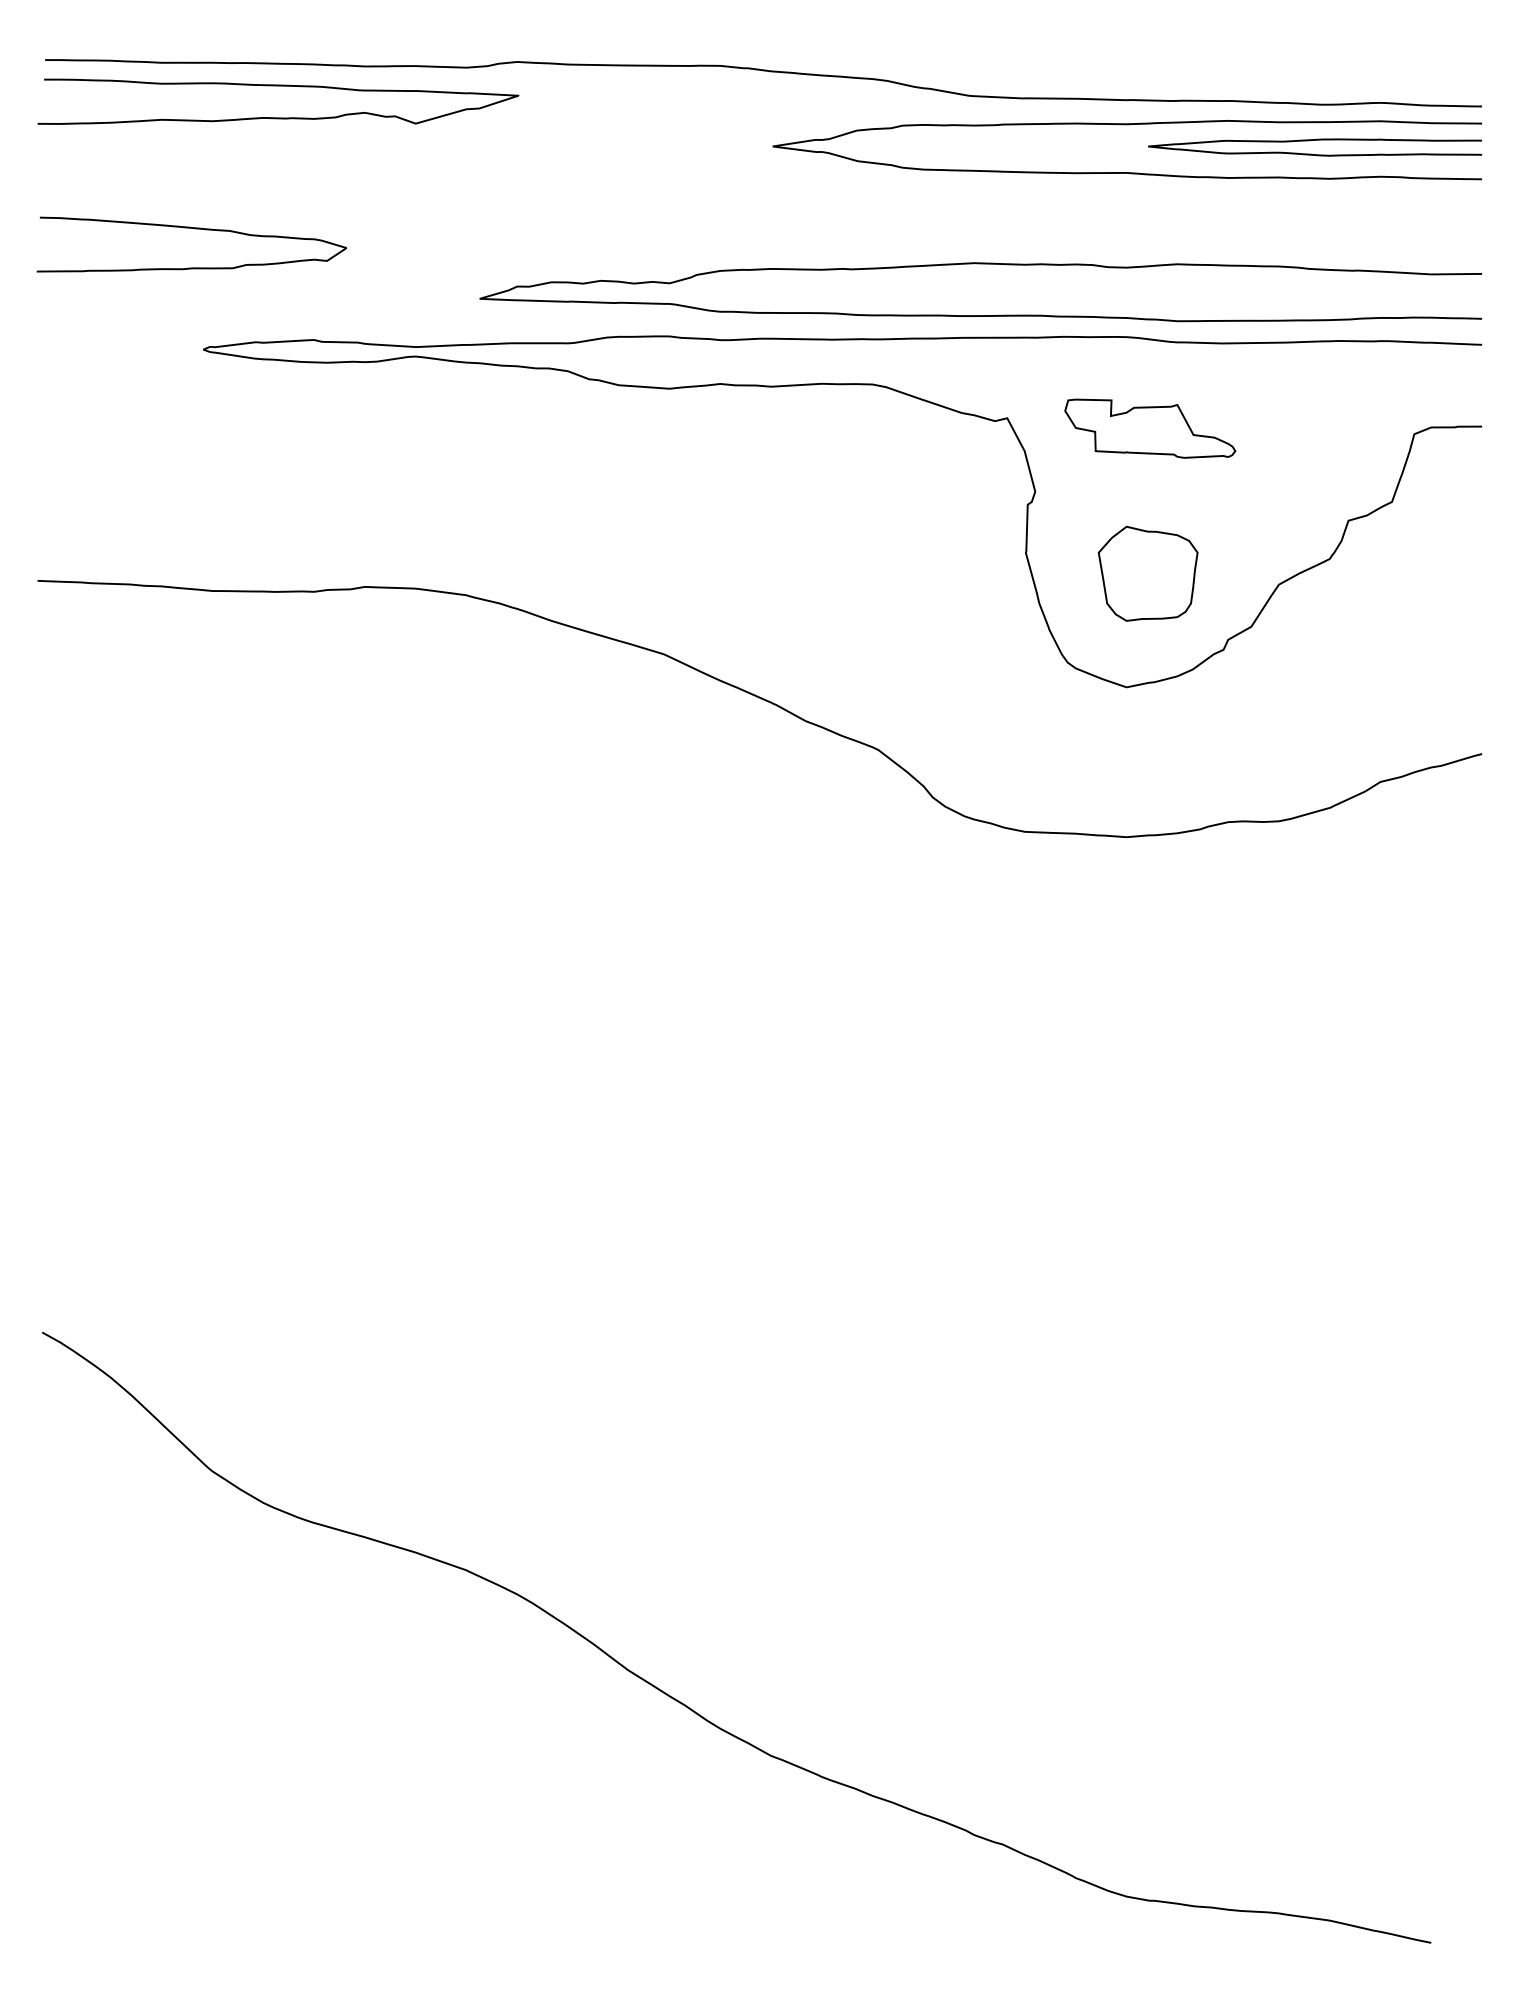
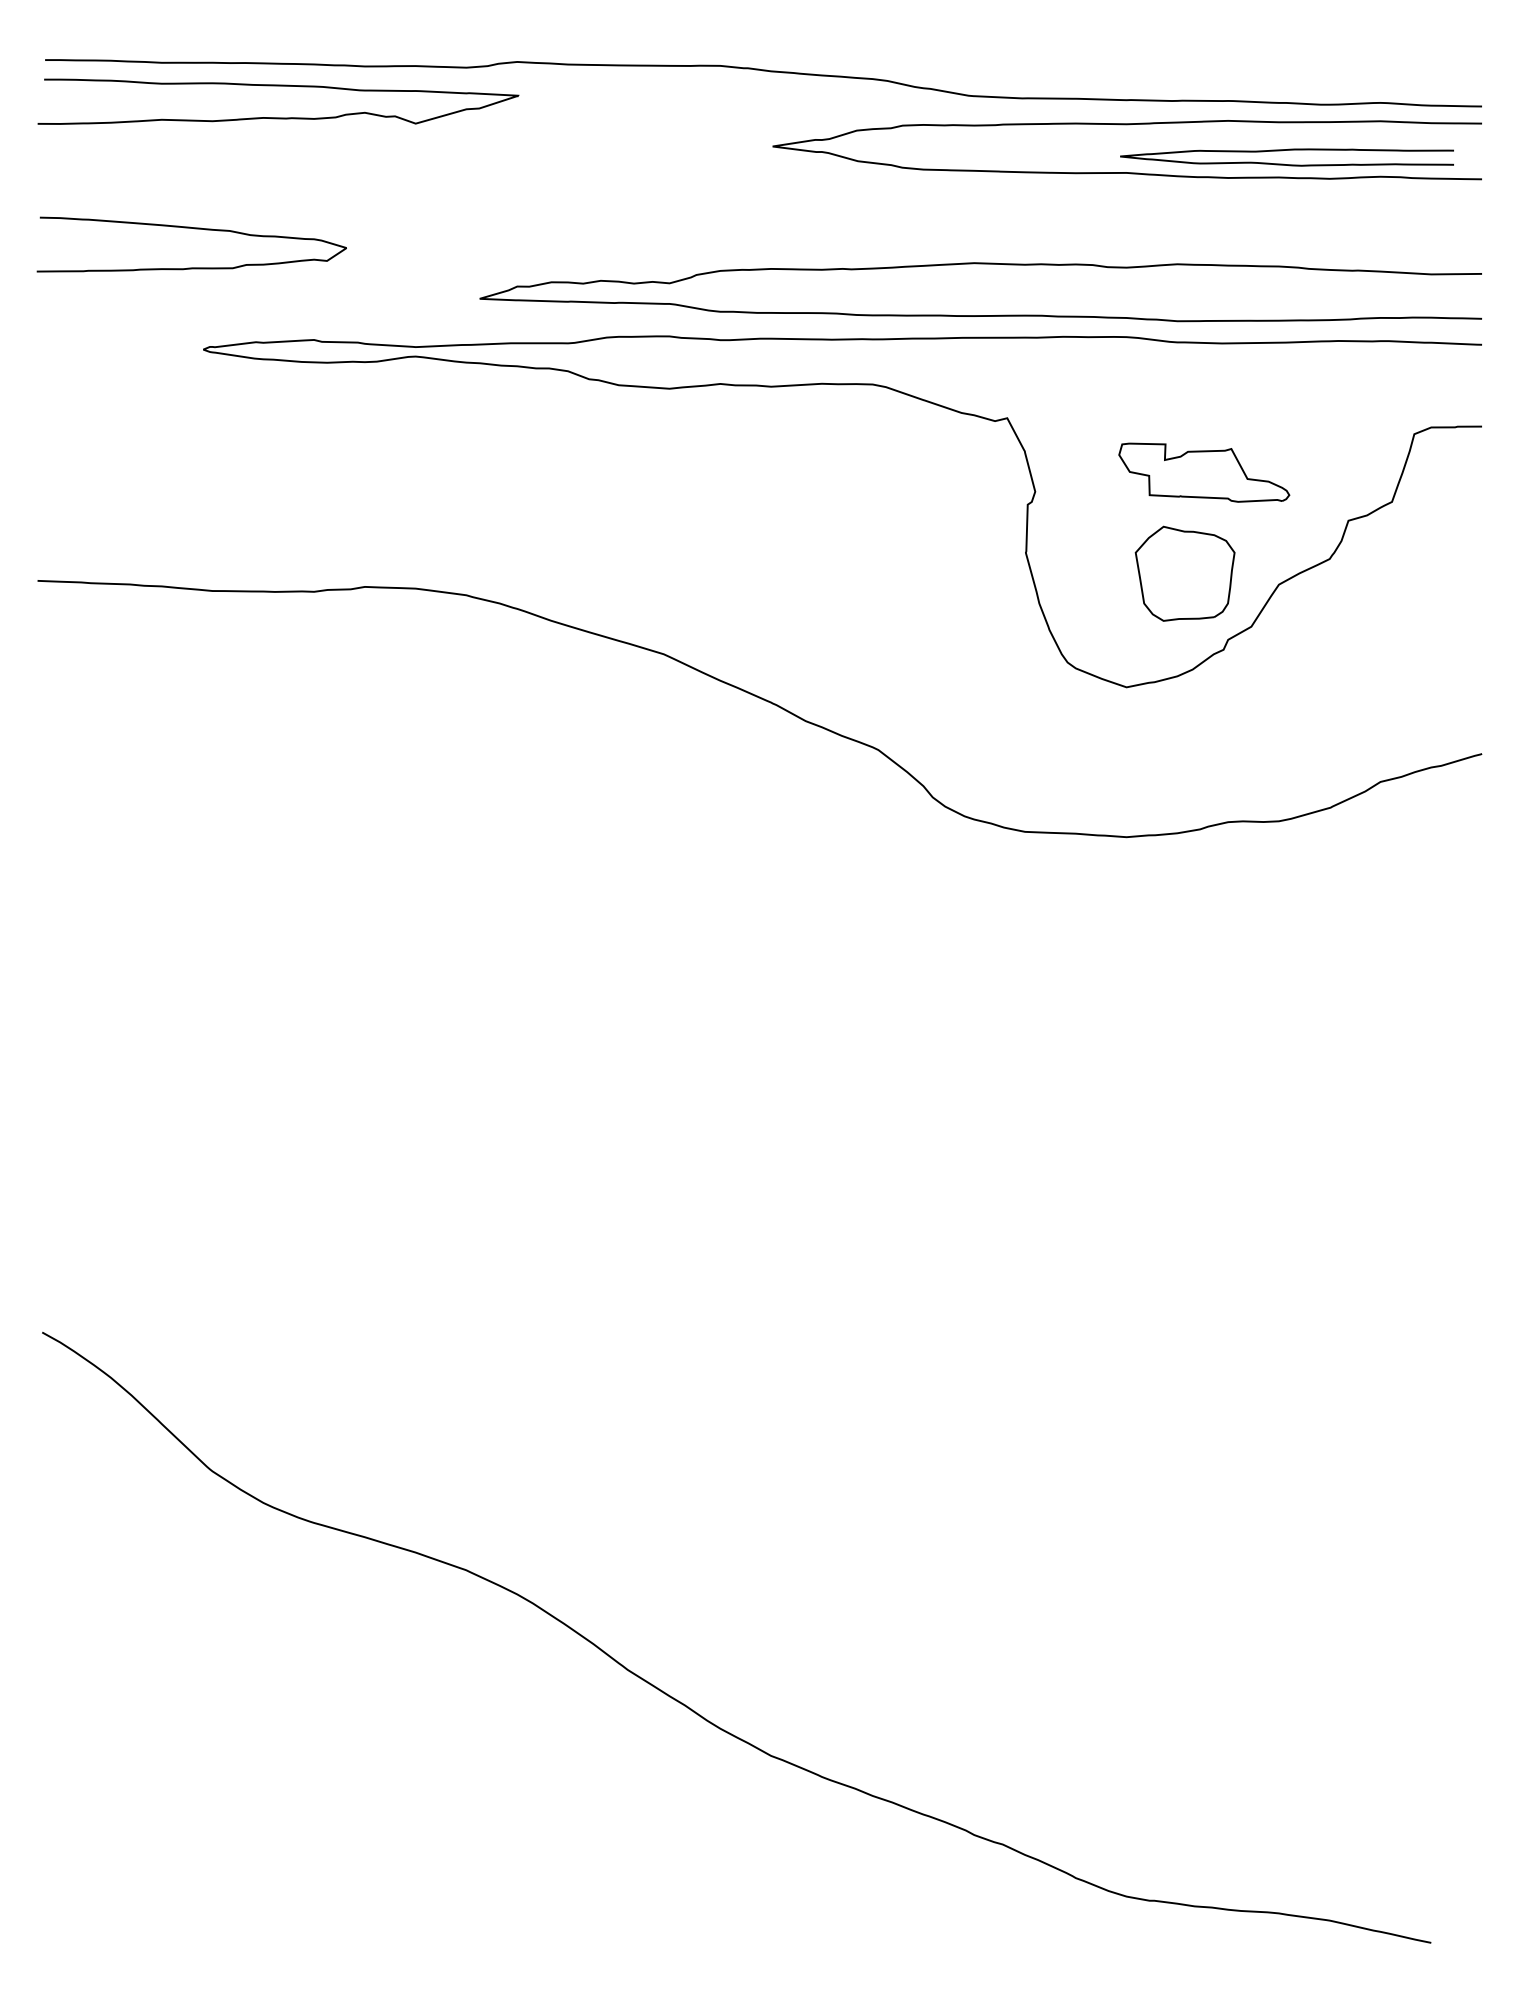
curve at (1311, 153) position: (1311, 153) -> (1283, 163)
part at (1150, 428) position: (1150, 428) -> (1204, 472)
part at (1147, 573) position: (1147, 573) -> (1184, 573)
